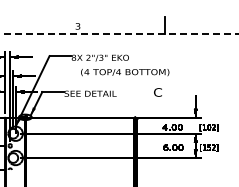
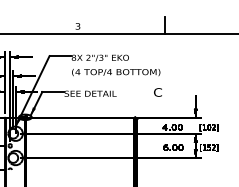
line at (119, 34): dashed -> solid
text at (125, 72) position: (125, 72) -> (116, 72)
